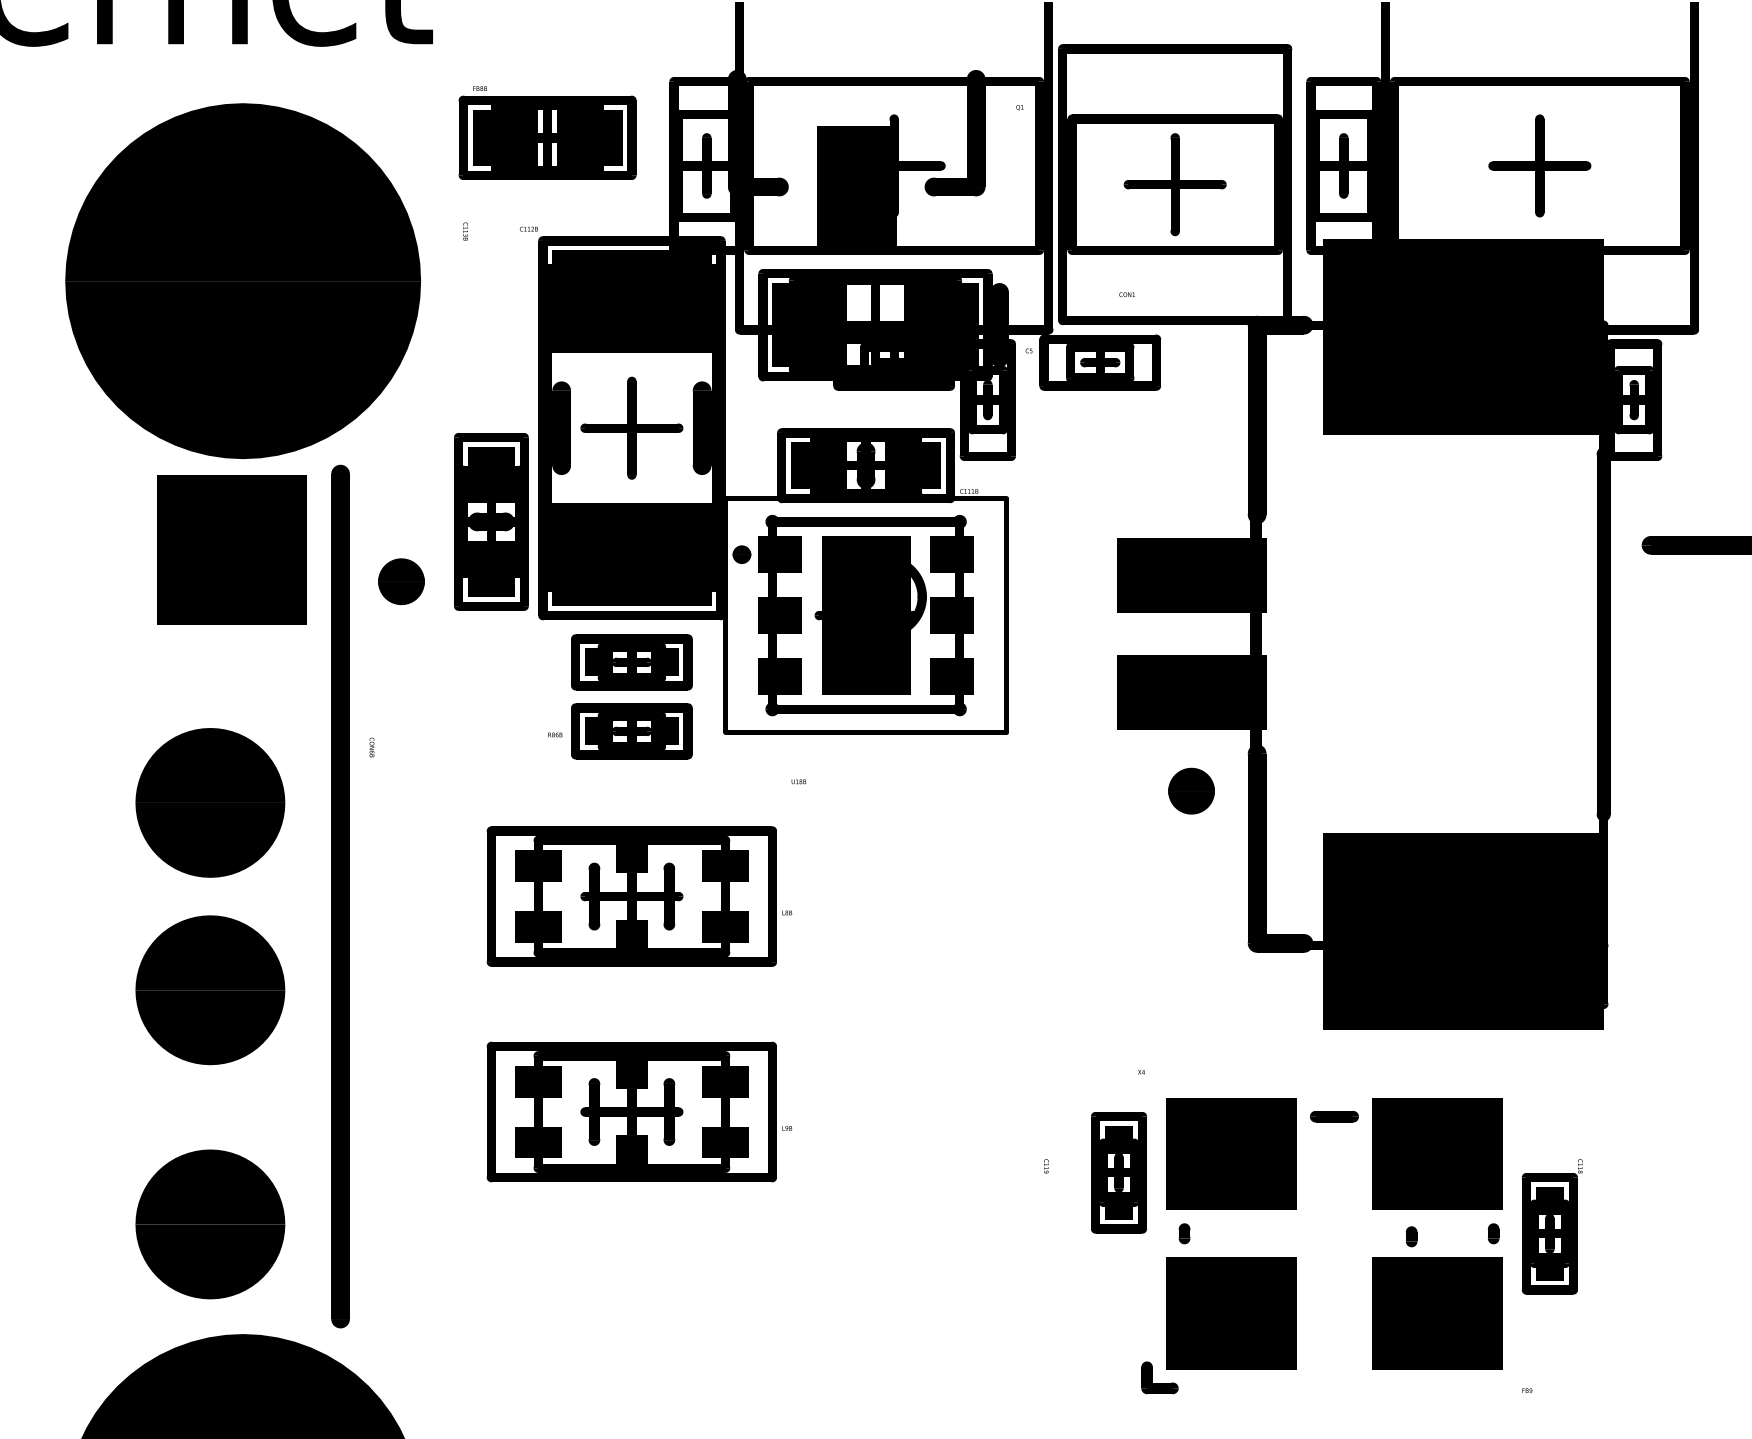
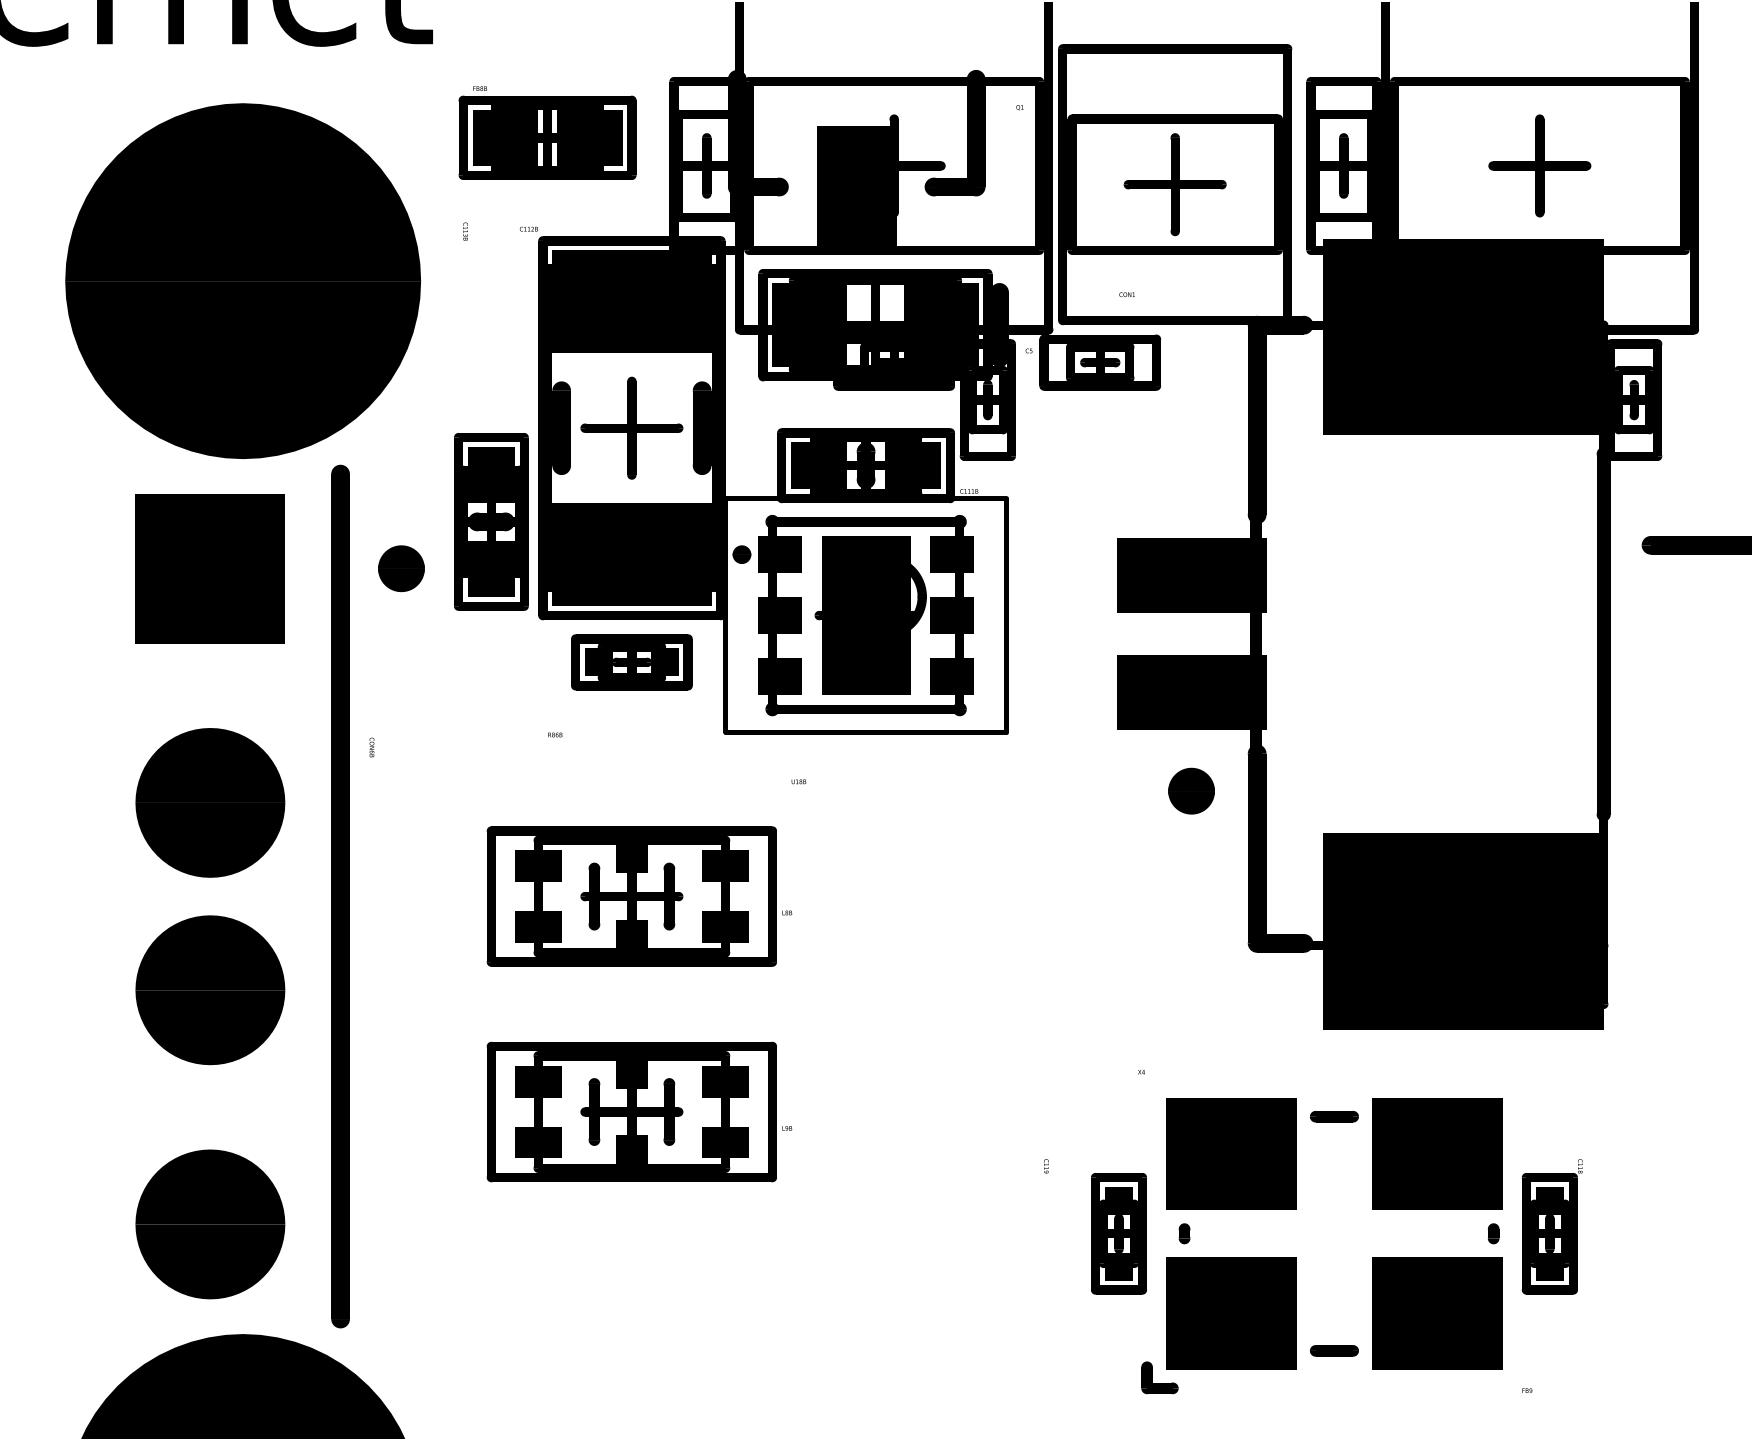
part at (231, 549) position: (231, 549) -> (209, 568)
part at (401, 581) position: (401, 581) -> (401, 568)
part at (631, 731): present -> none
part at (1118, 1172) position: (1118, 1172) -> (1118, 1233)
part at (1411, 1236): present -> none
part at (1334, 1350): none -> present
